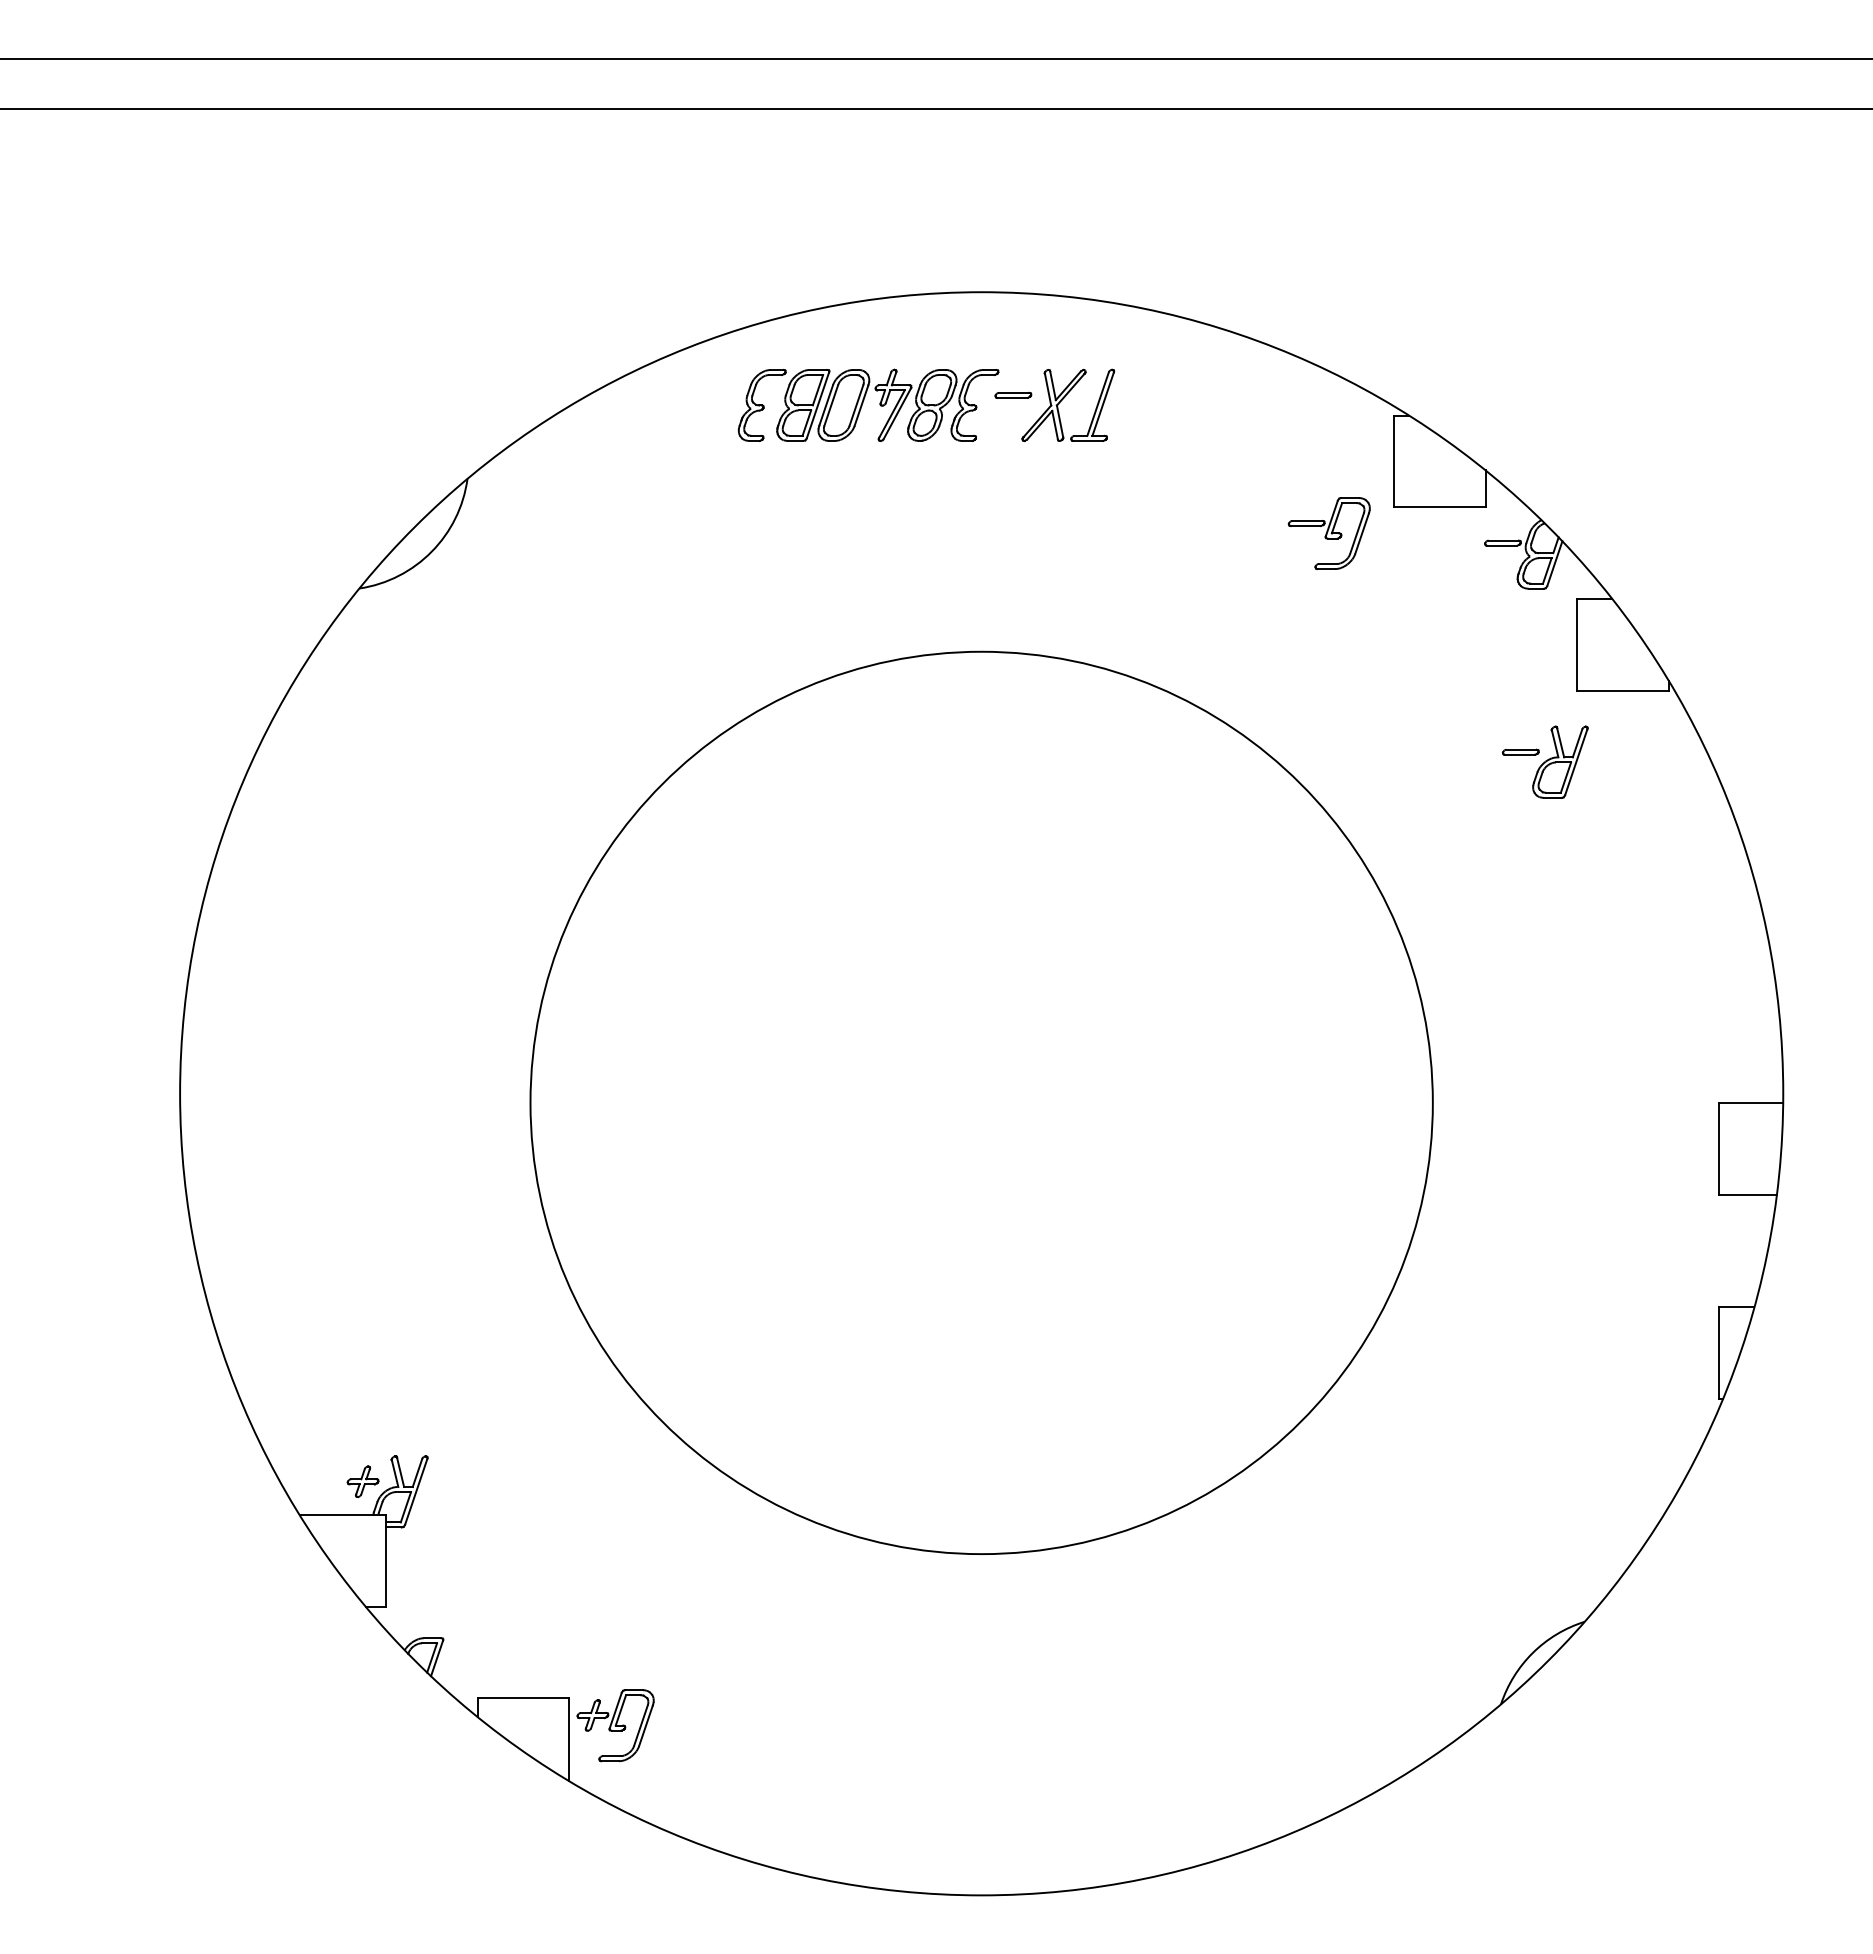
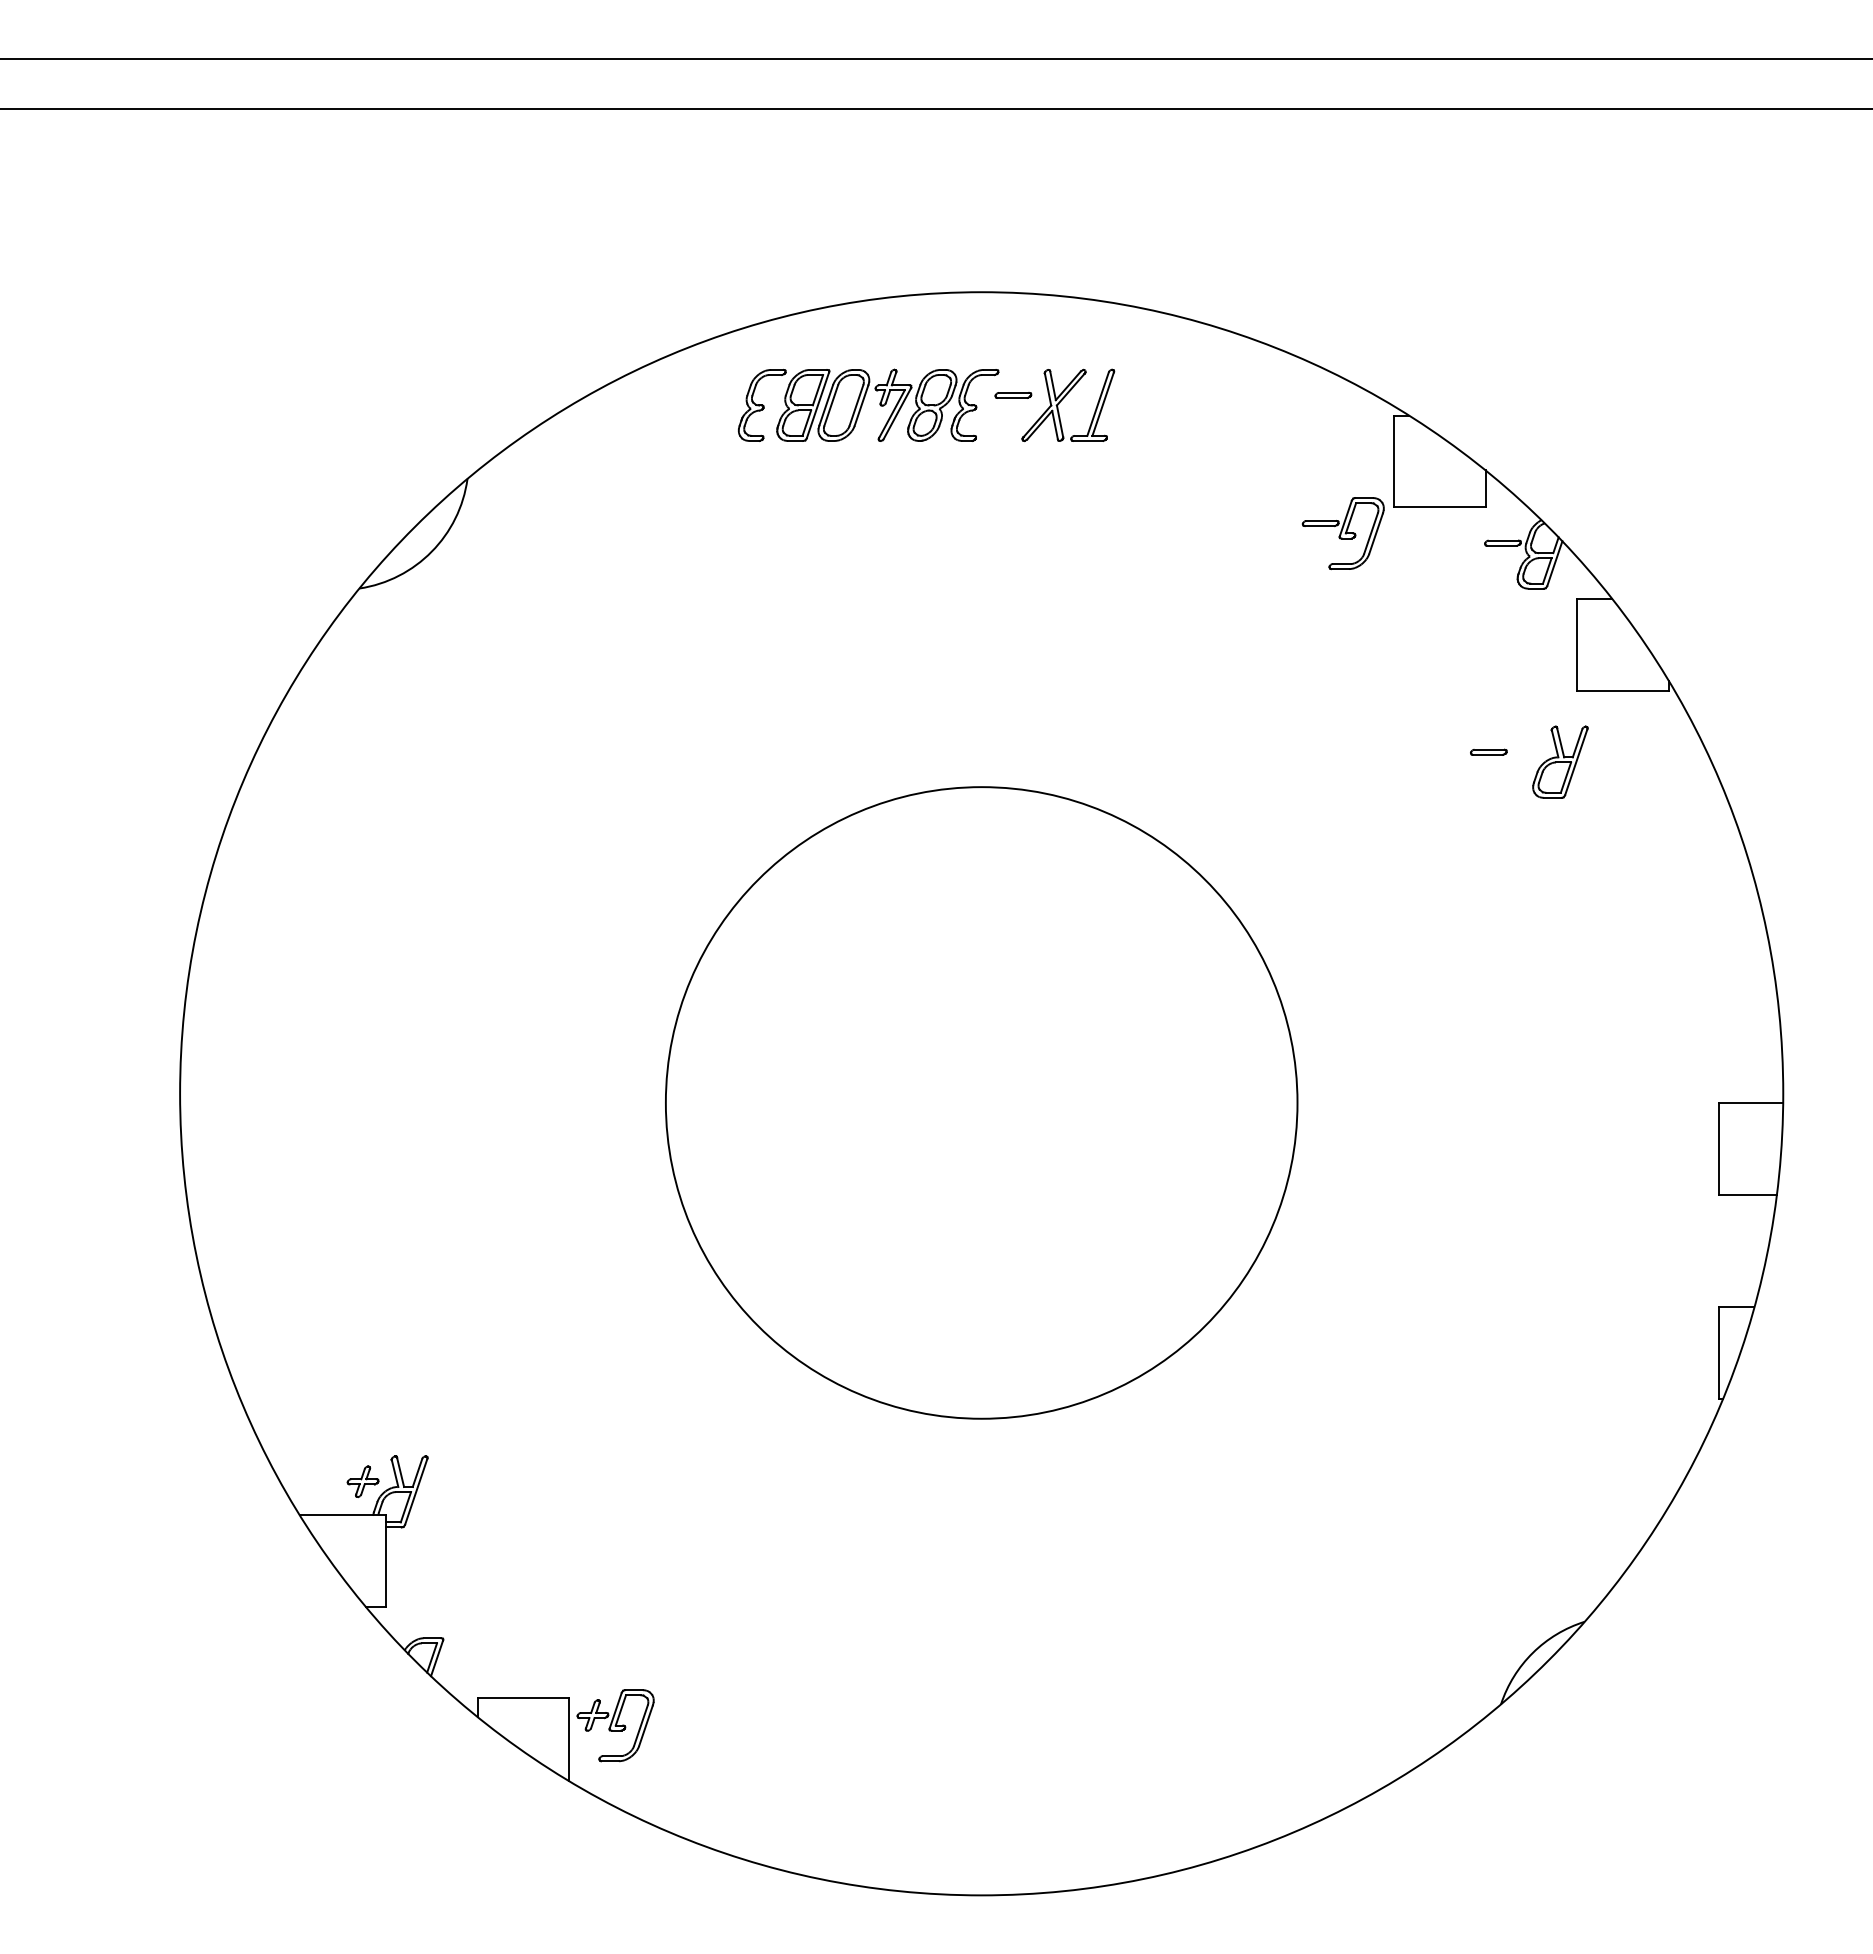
part at (1328, 533) position: (1328, 533) -> (1342, 533)
part at (1520, 751) position: (1520, 751) -> (1488, 751)
circle at (981, 1102) diameter: 902 px -> 632 px
